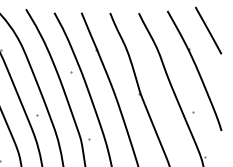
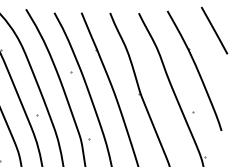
line at (208, 30) position: (208, 30) -> (214, 30)
